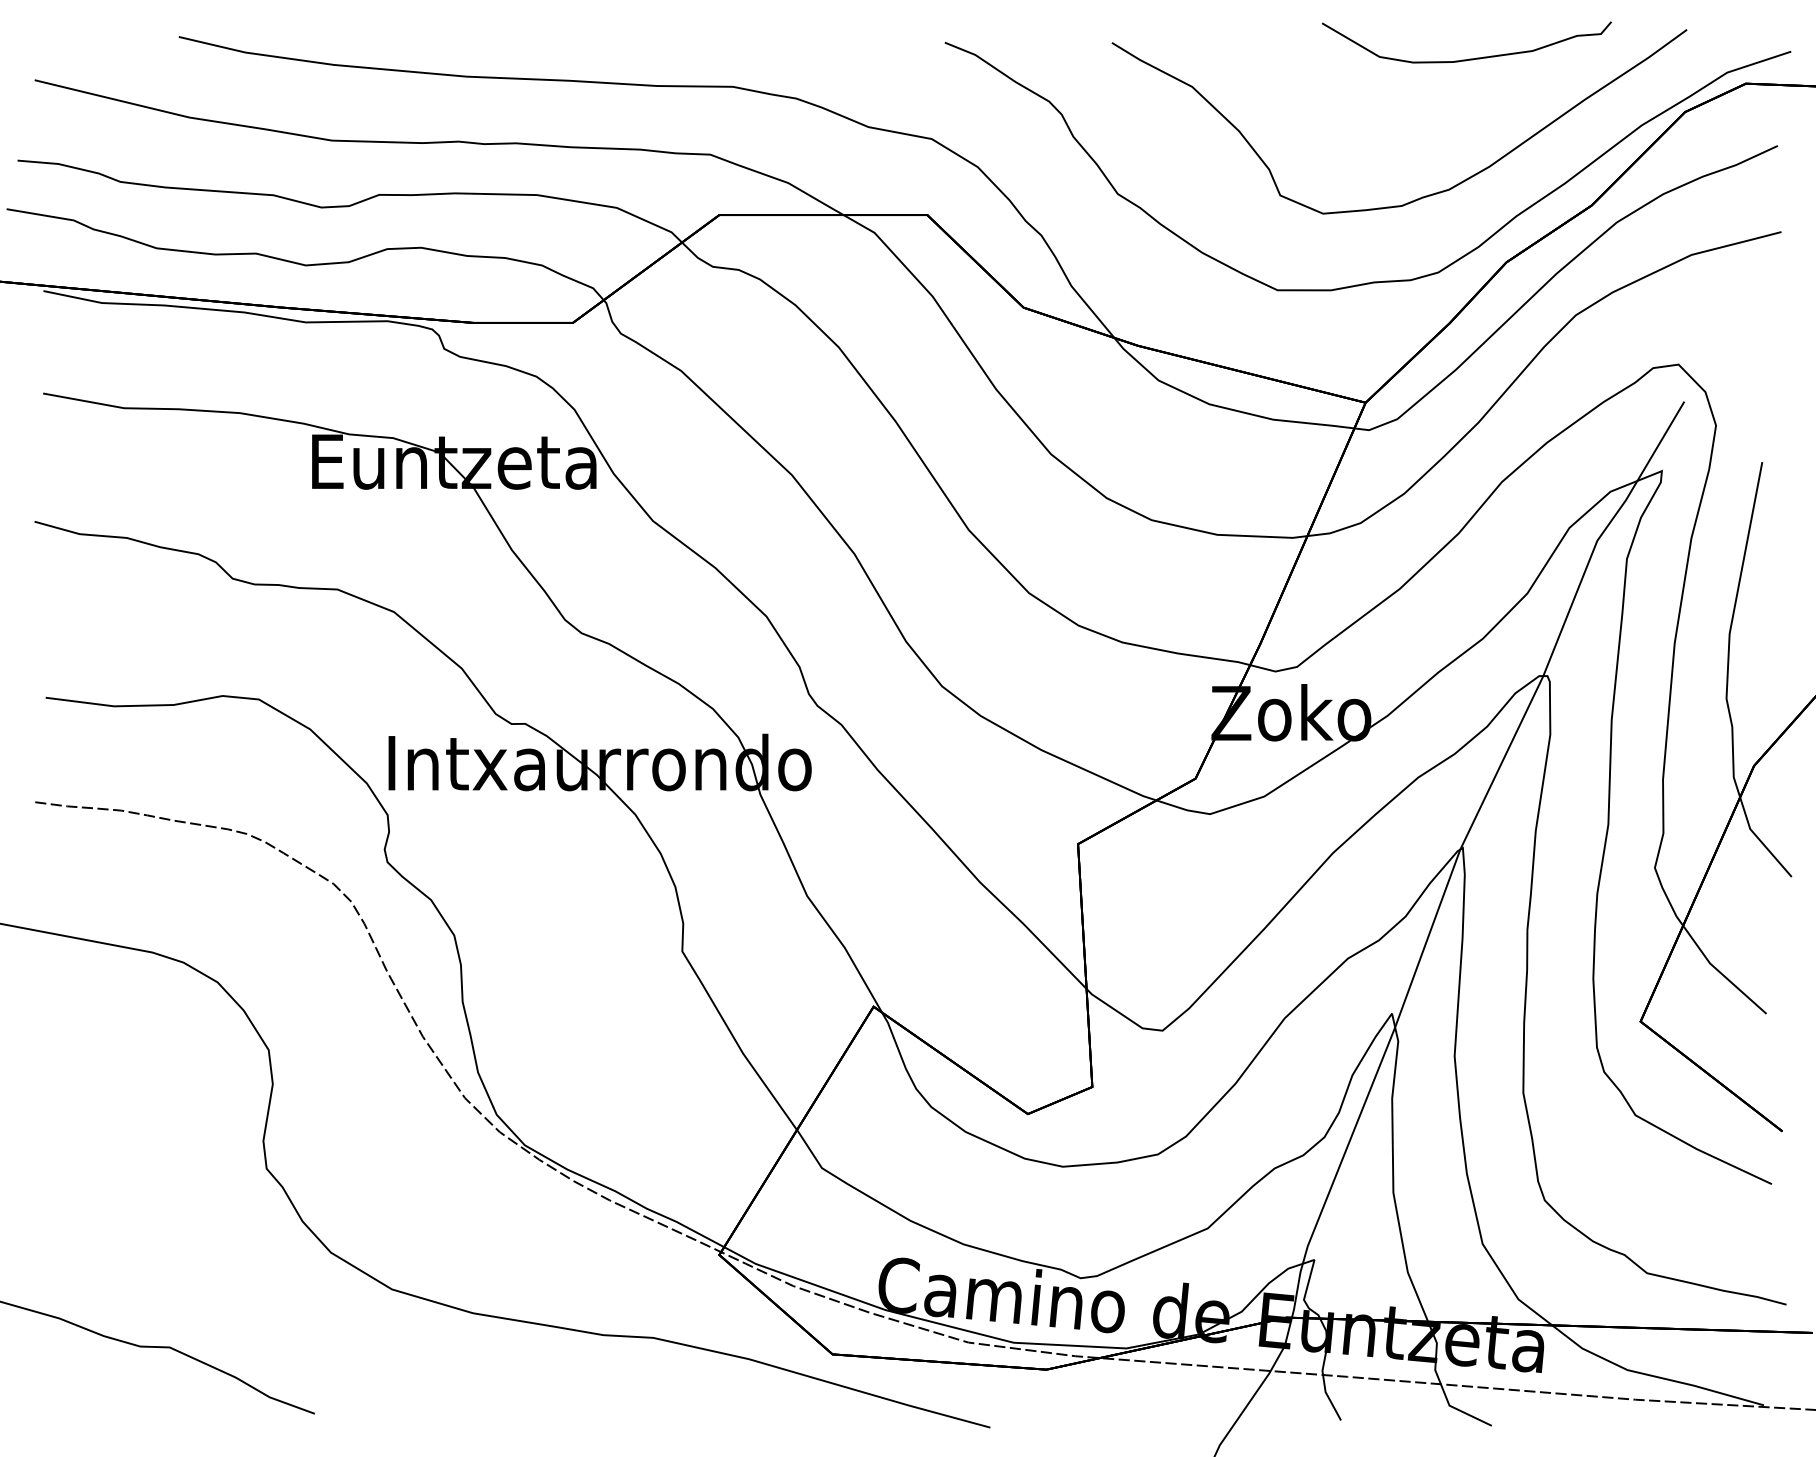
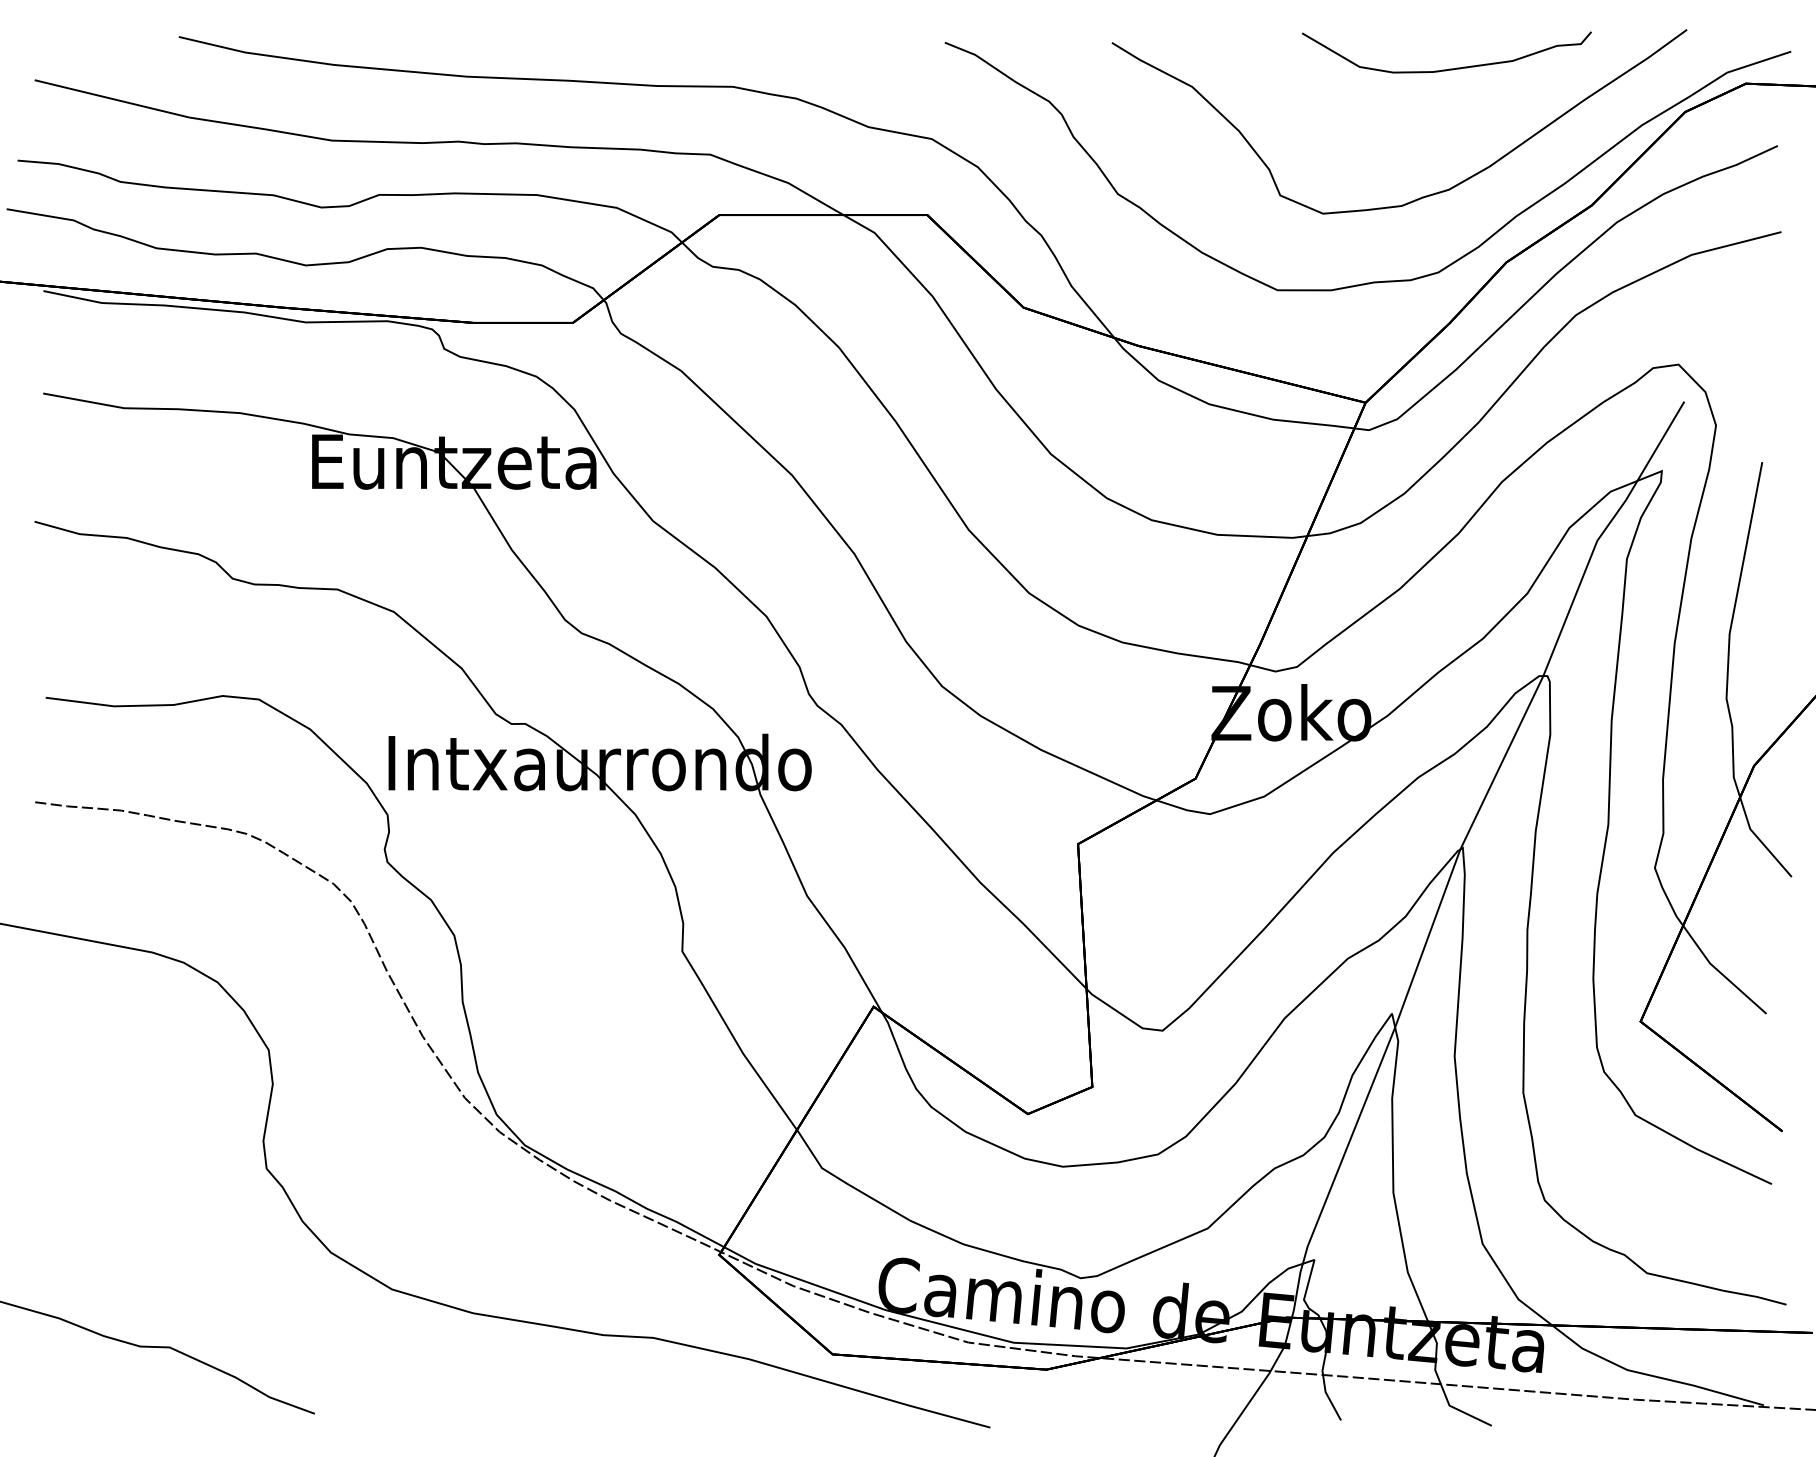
curve at (1469, 58) position: (1469, 58) -> (1449, 68)
